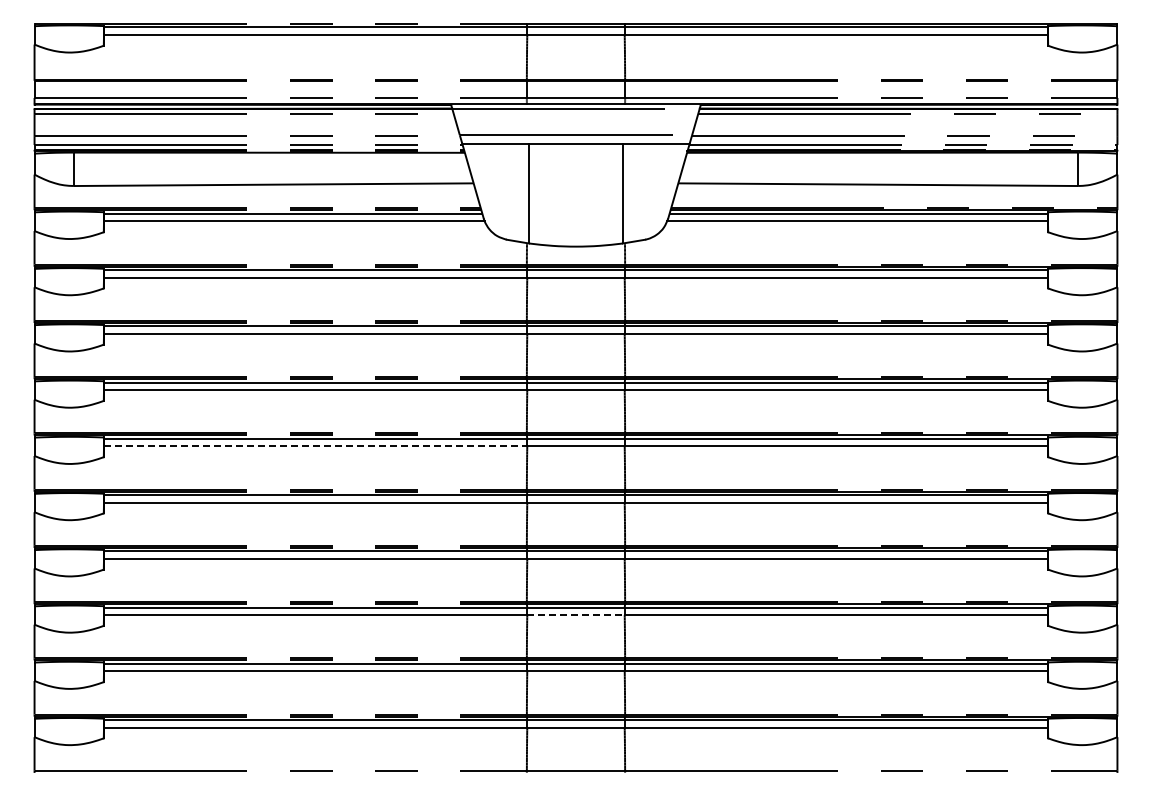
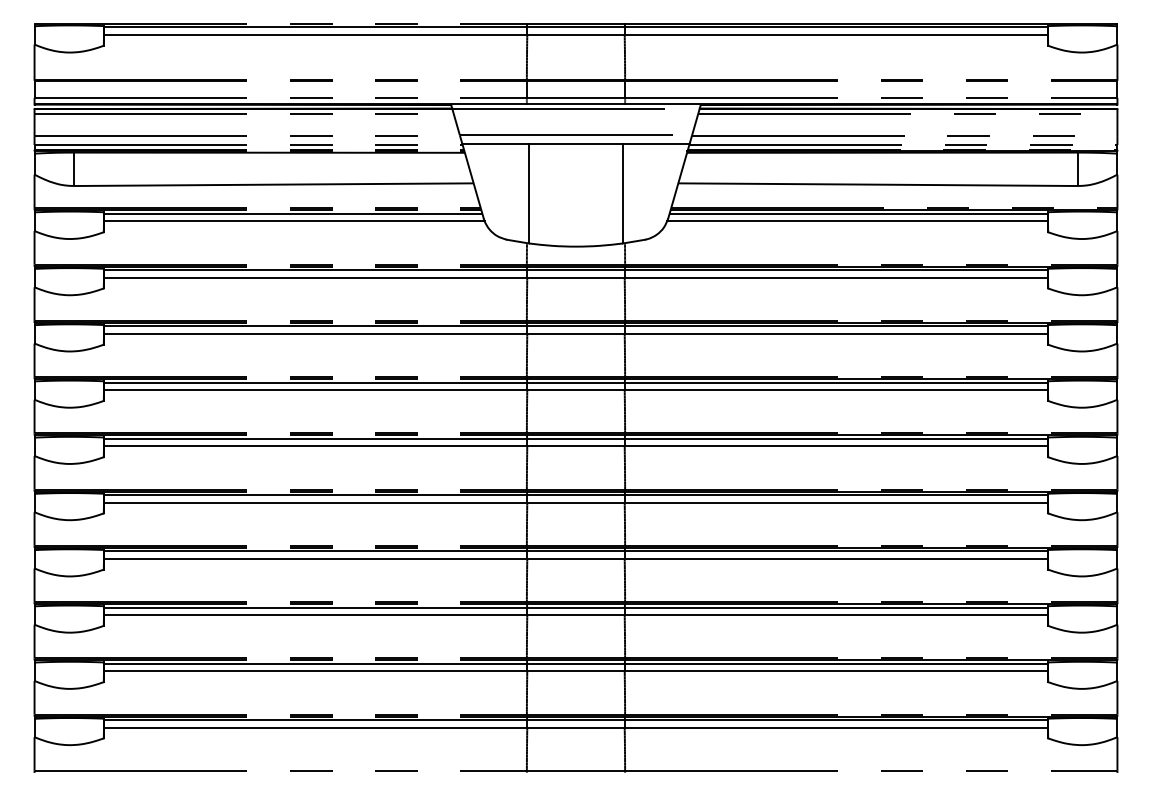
line at (315, 446): dashed -> solid
line at (575, 615): dashed -> solid
